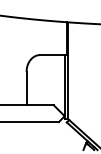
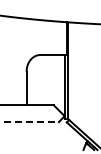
line at (29, 122): solid -> dashed
